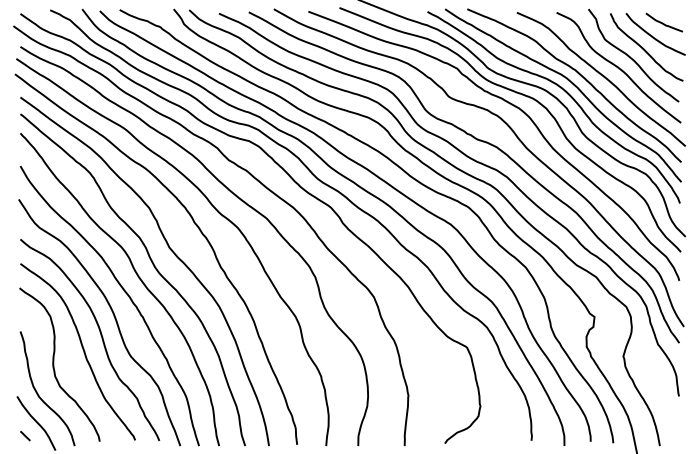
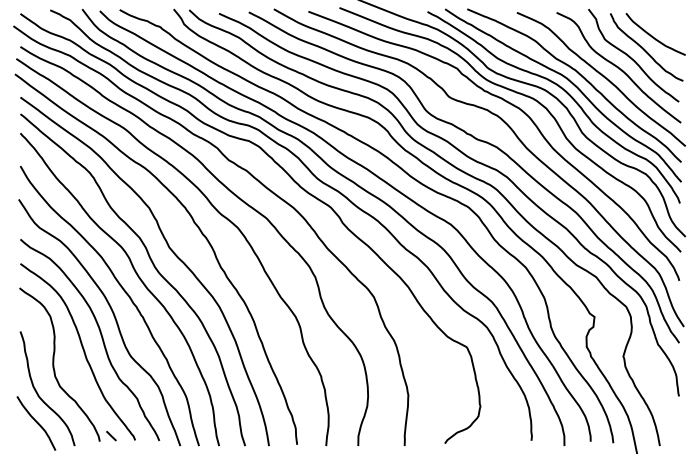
curve at (662, 22): present -> none
line at (25, 435) position: (25, 435) -> (111, 435)
